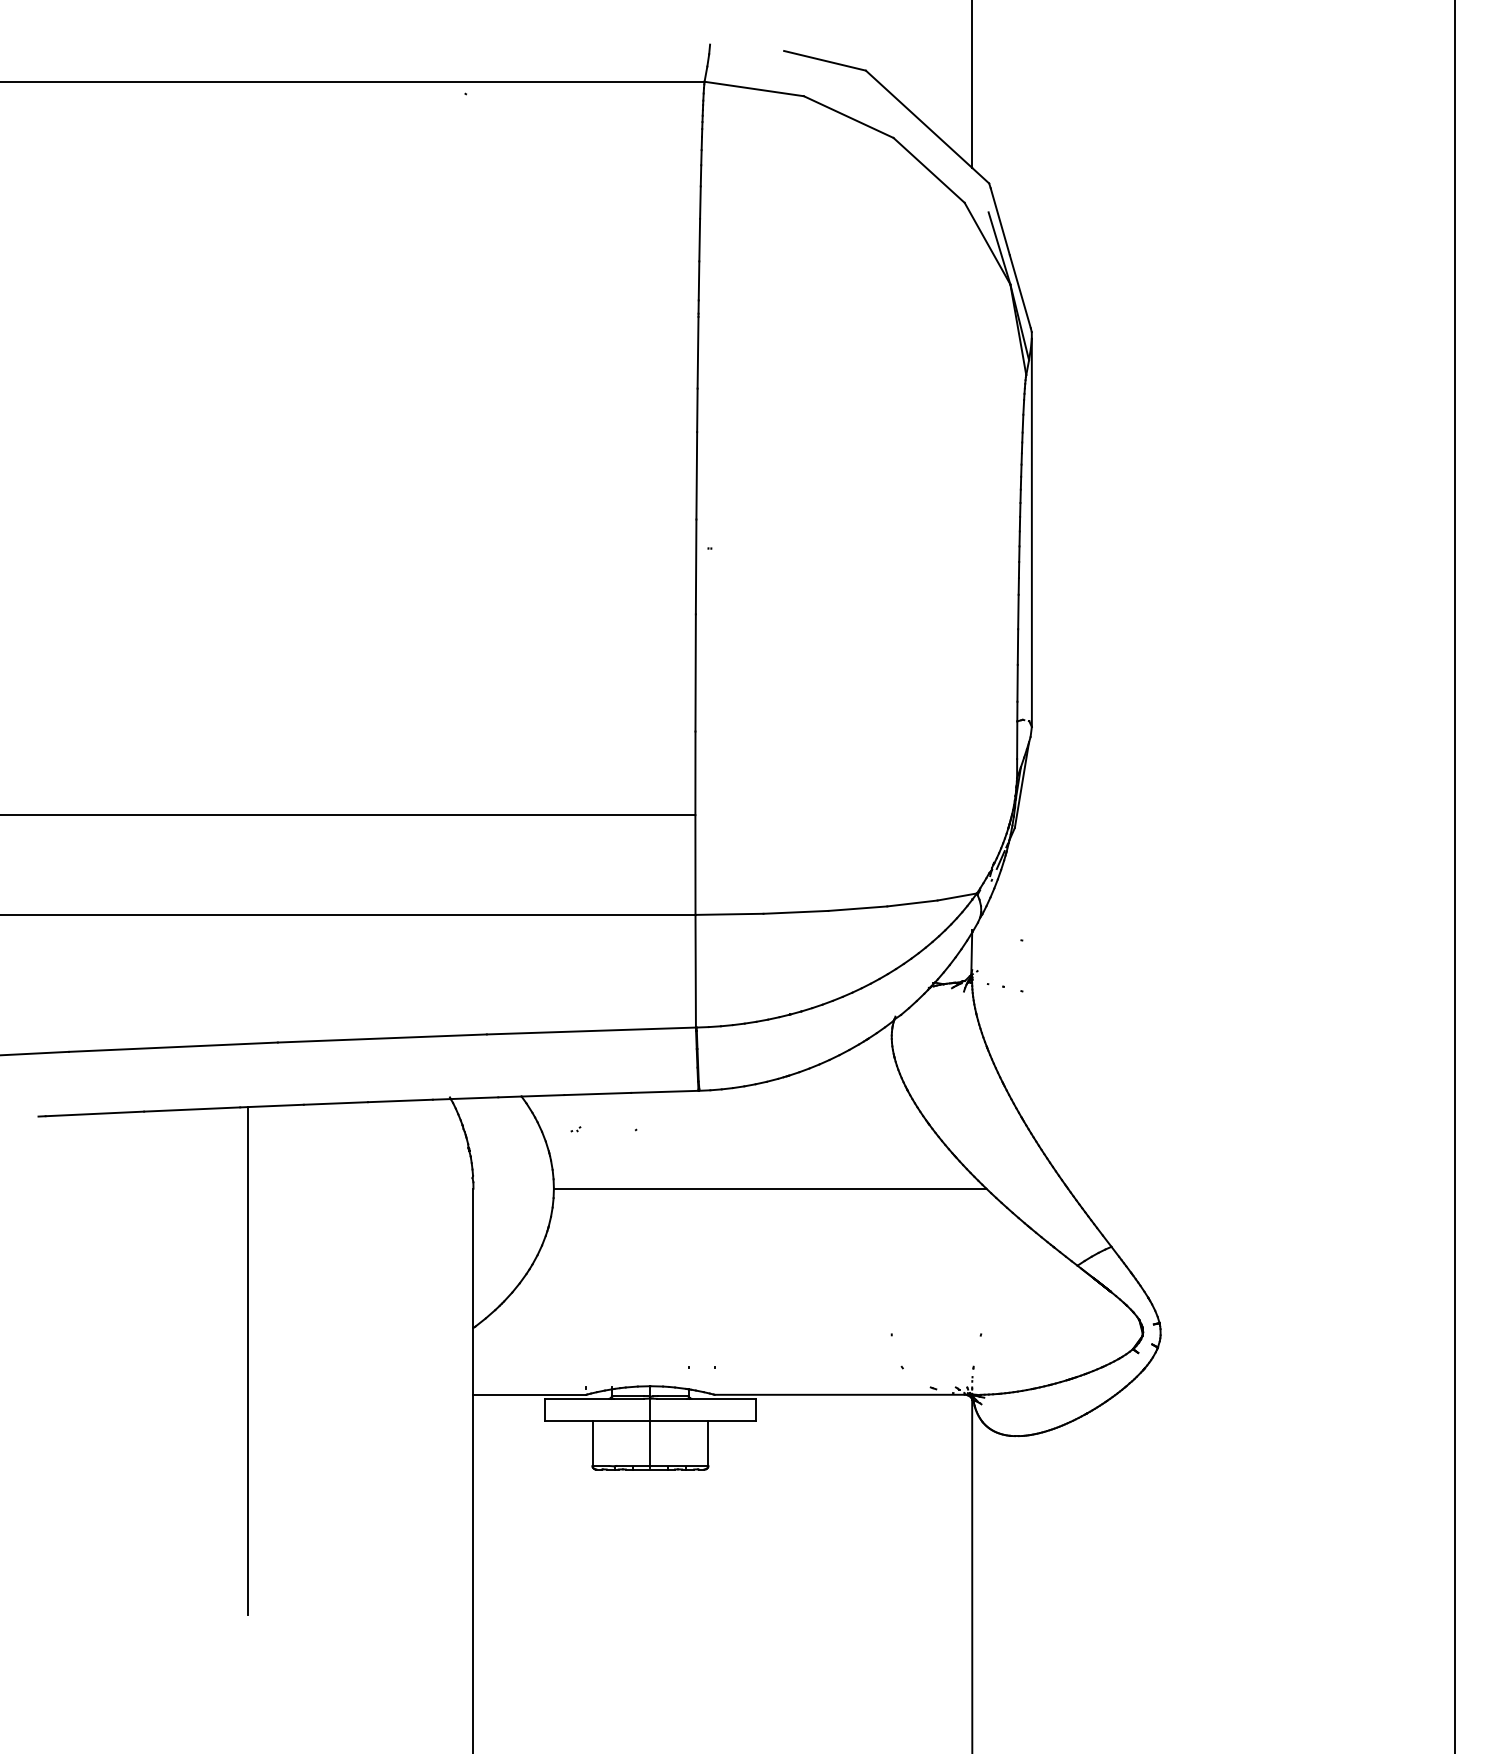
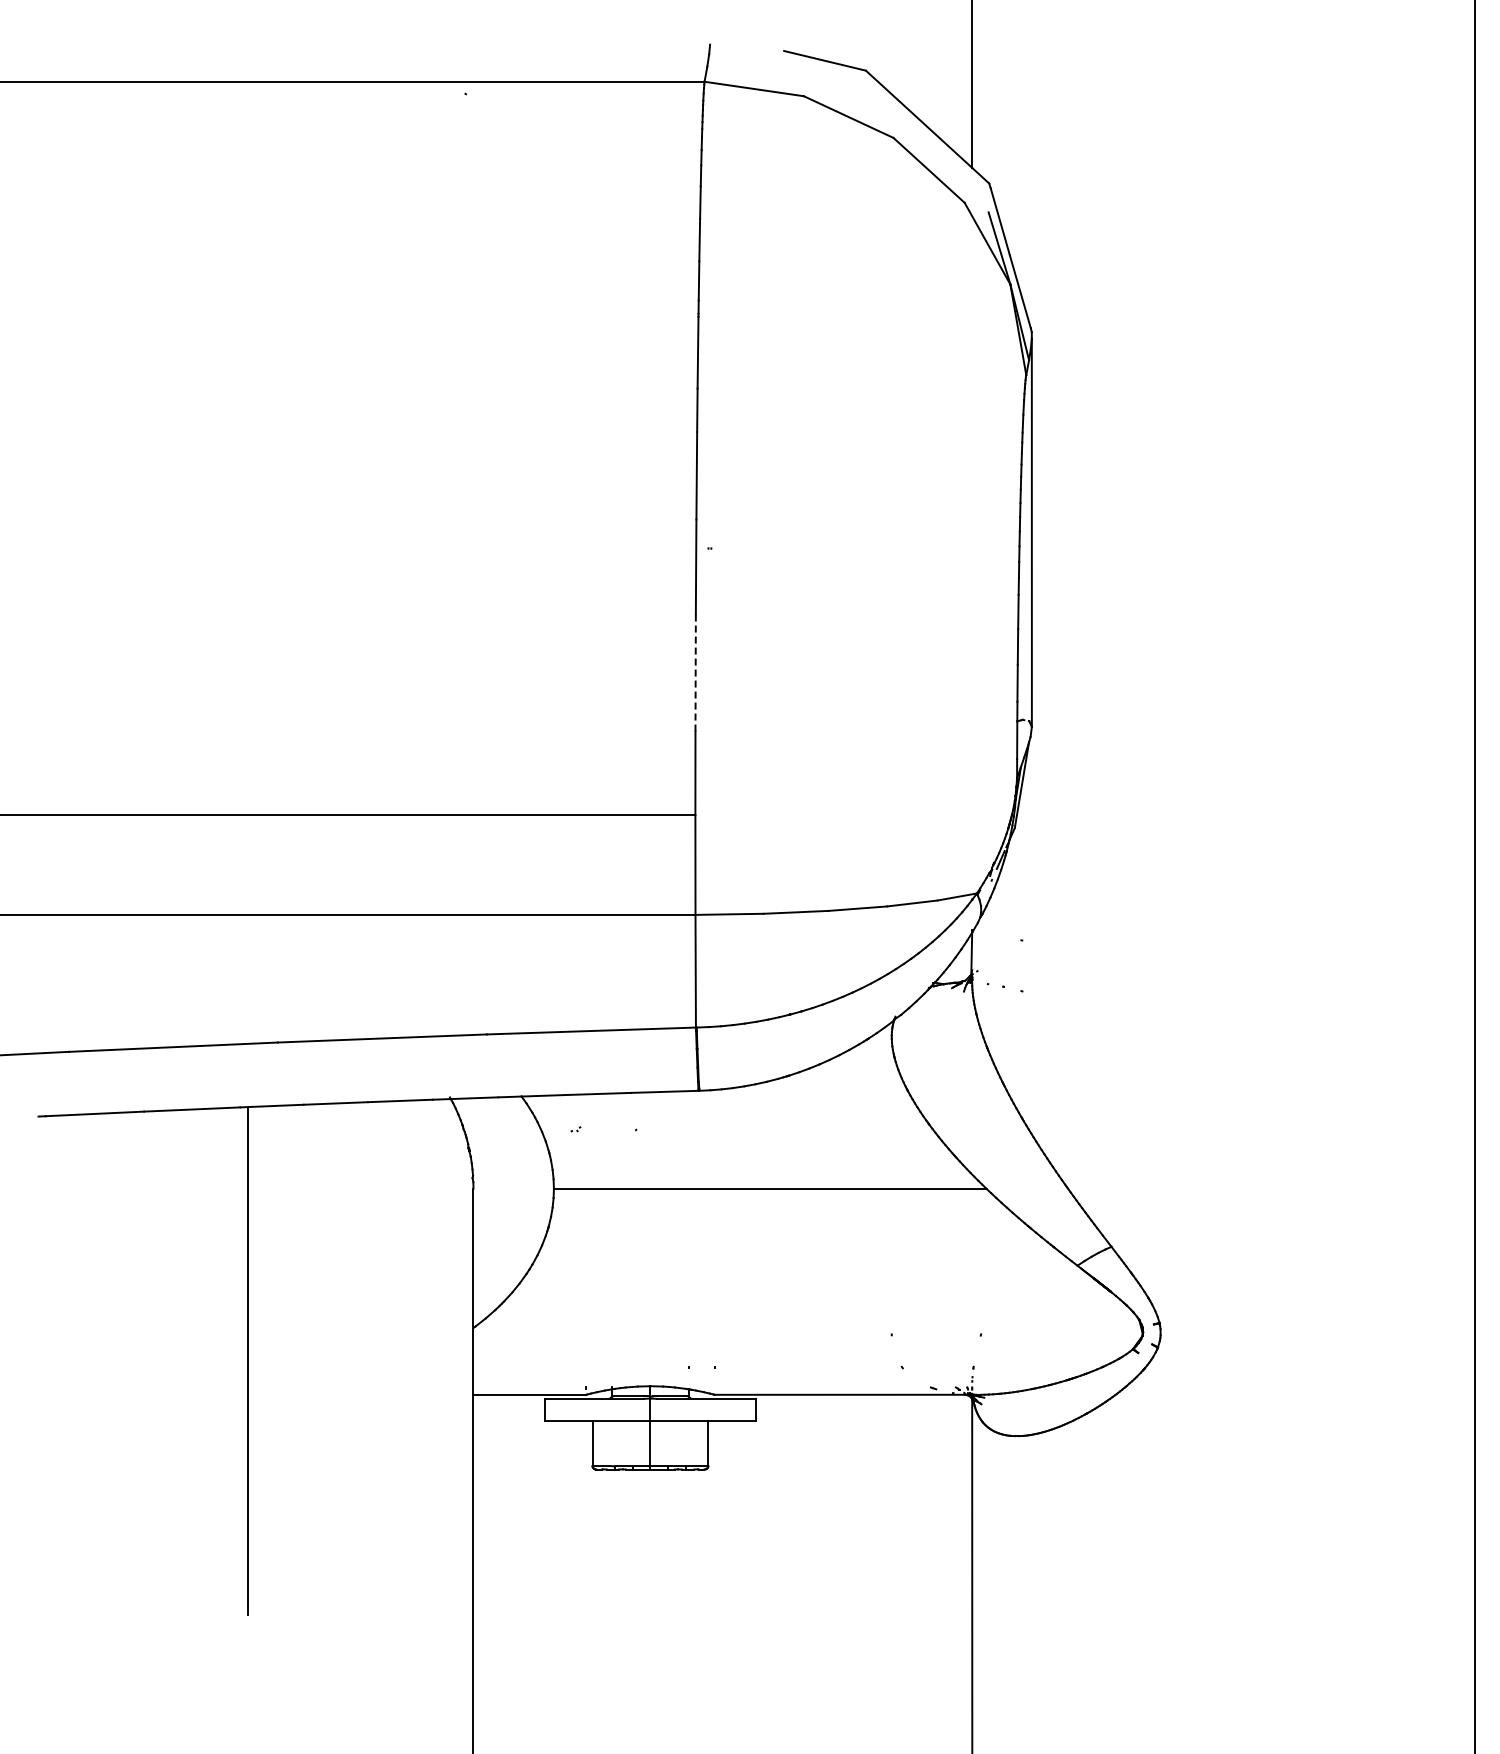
line at (695, 672): solid -> dashed
line at (1454, 876) position: (1454, 876) -> (1474, 876)
